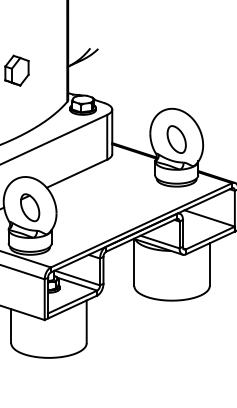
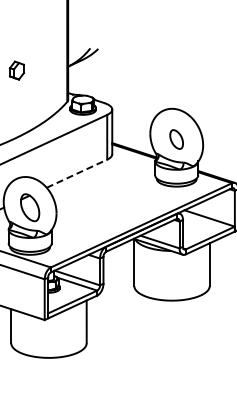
part at (16, 70) size: 26x33 px -> 17x21 px
part at (176, 139) size: 21x29 px -> 15x21 px
line at (77, 173): solid -> dashed
